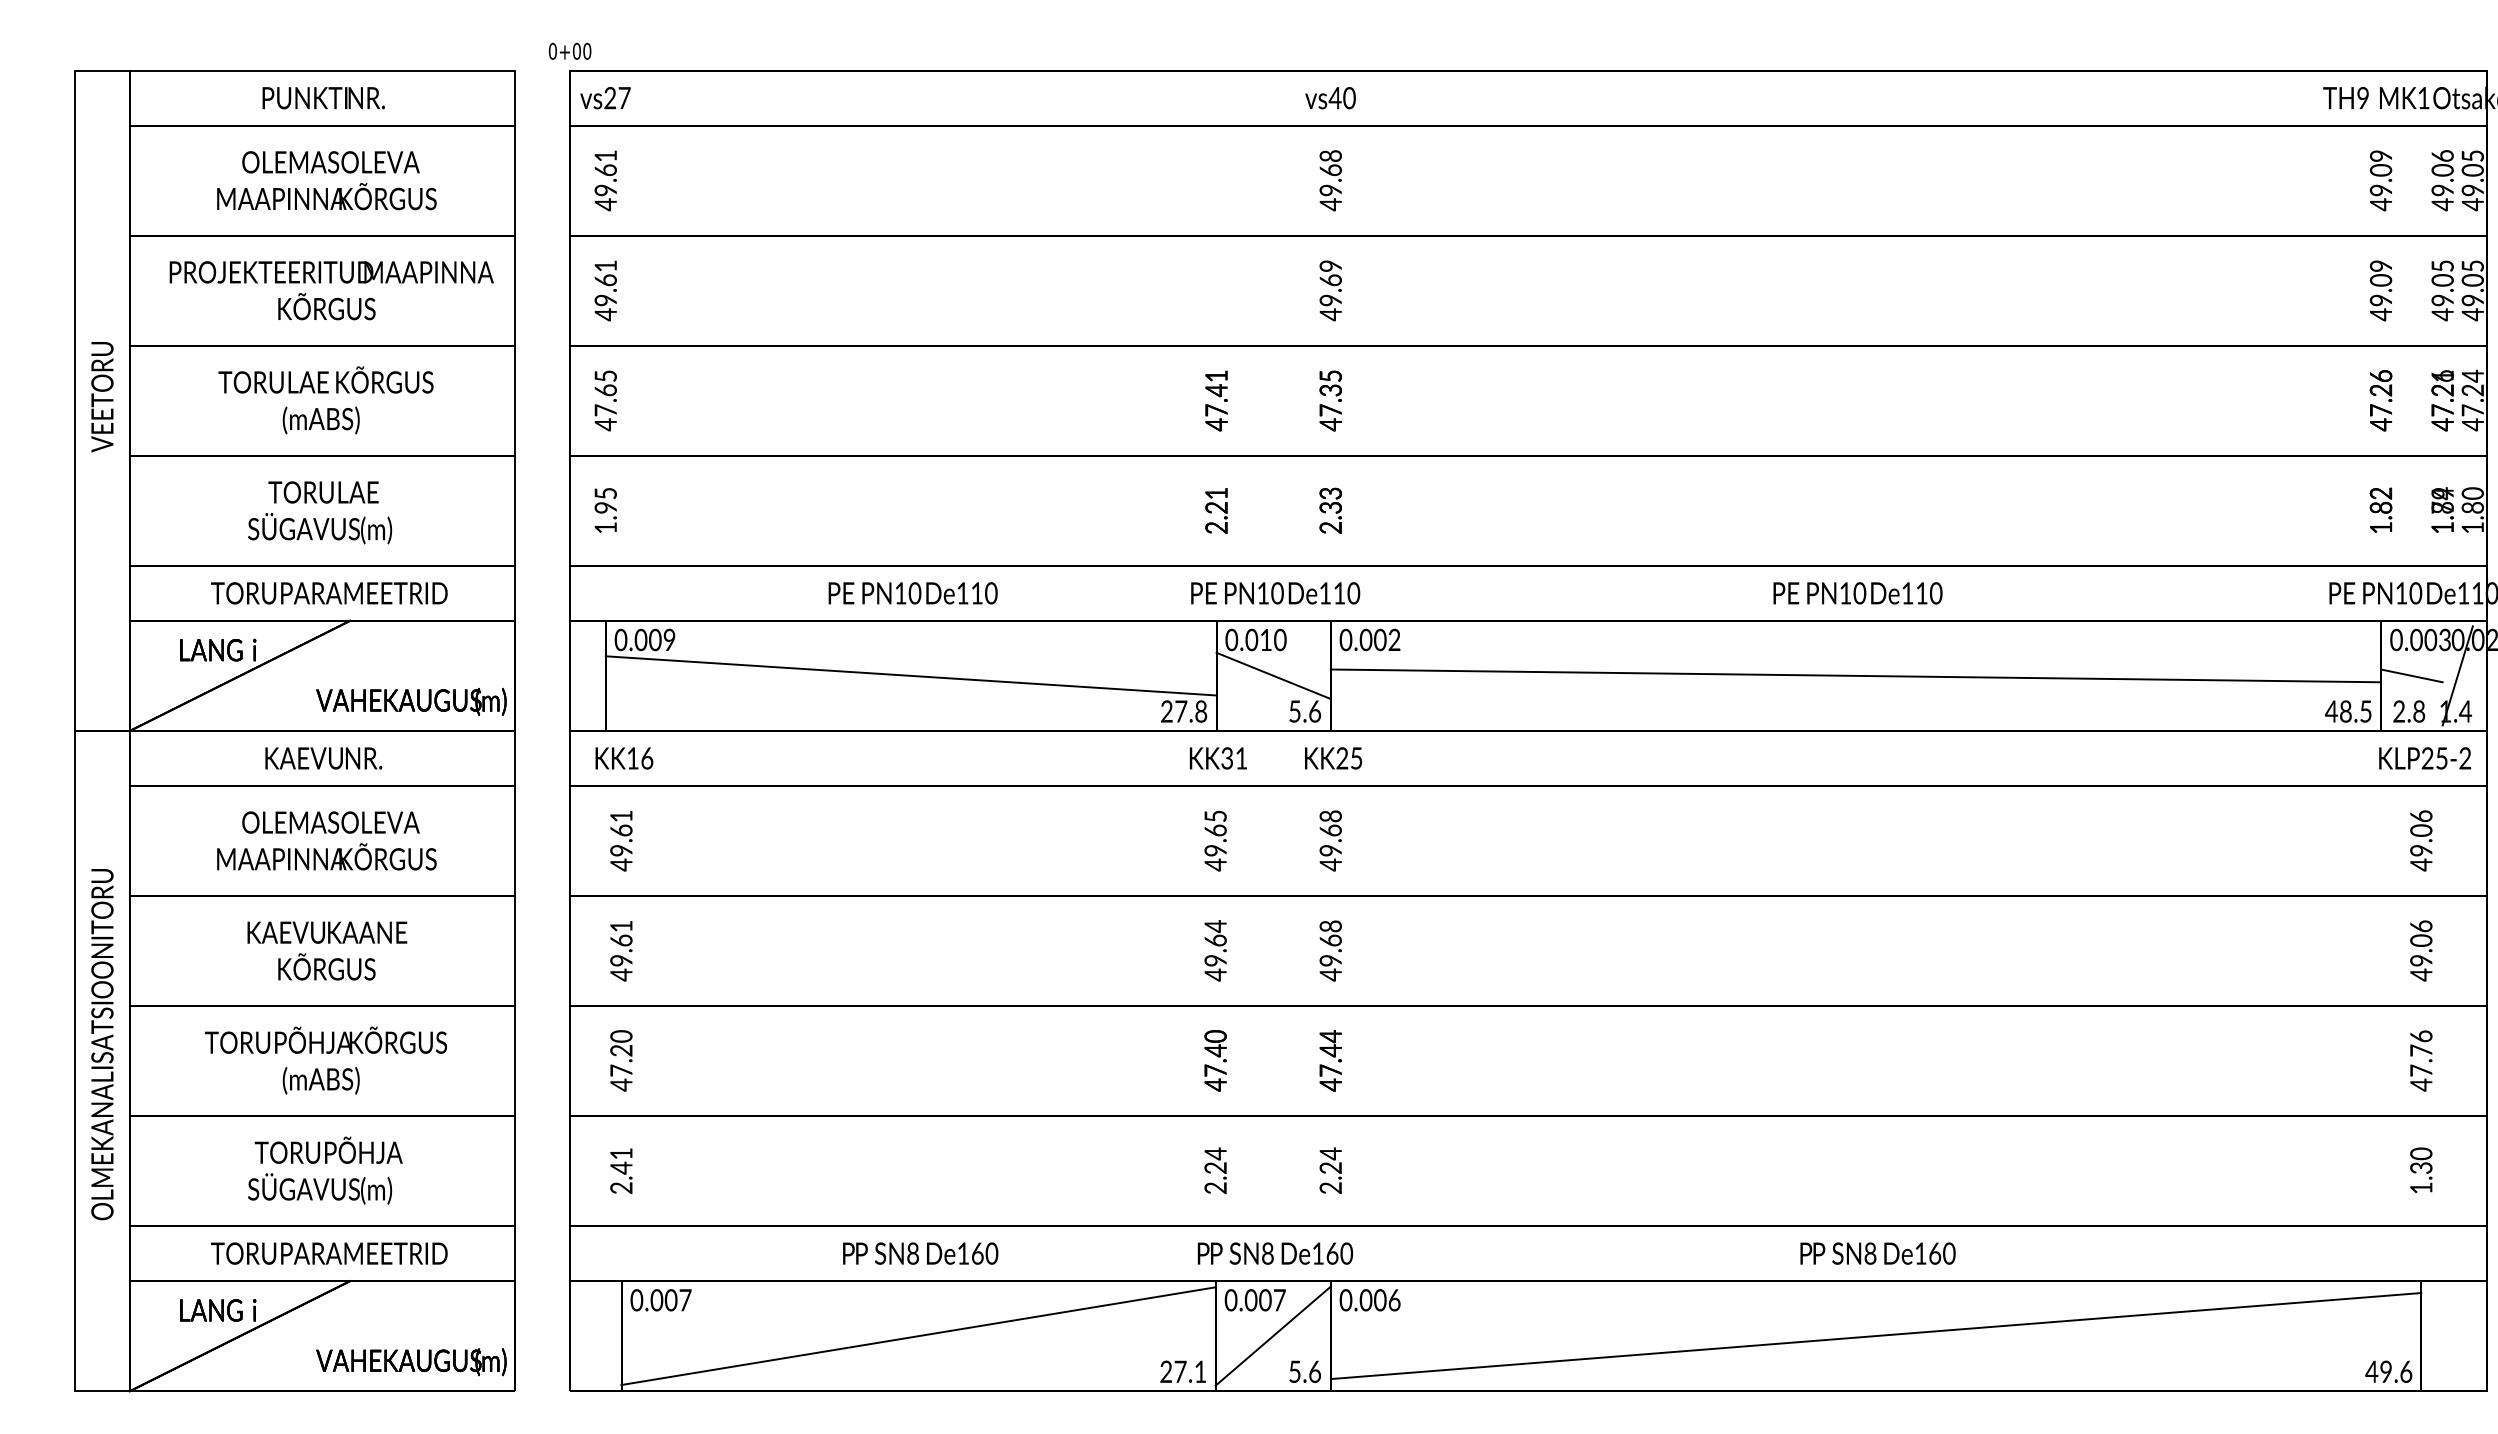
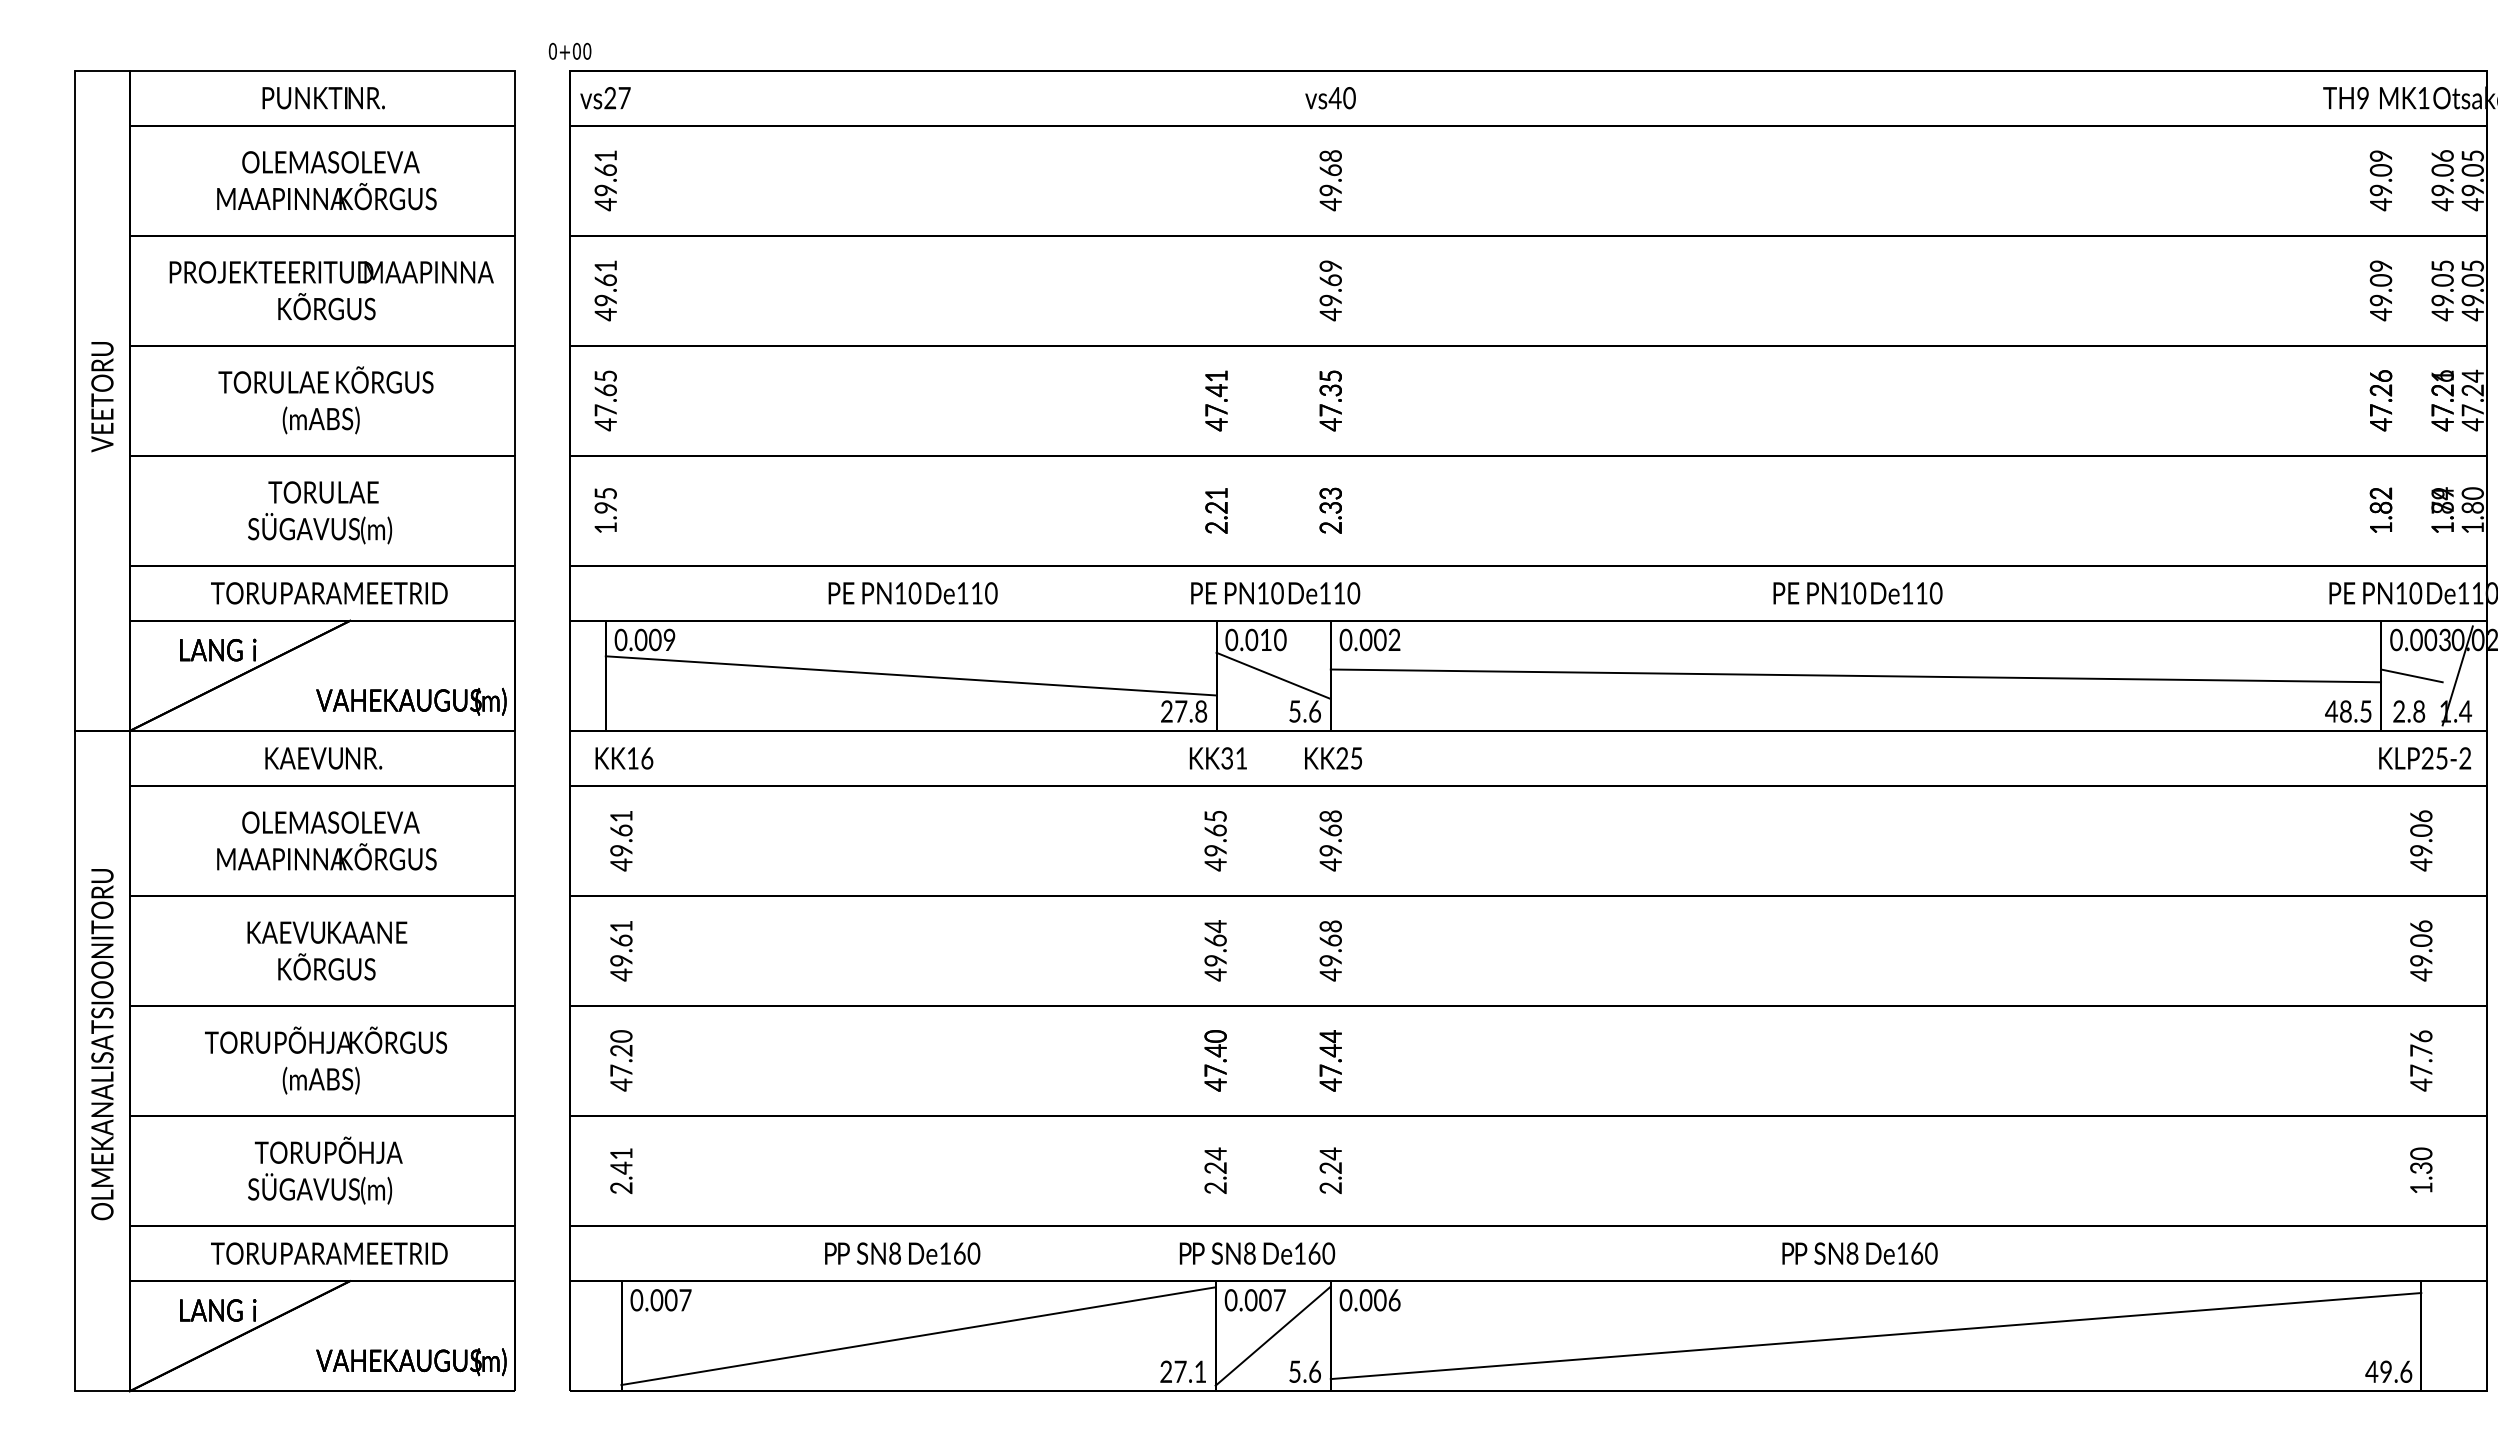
text at (1399, 1253) position: (1399, 1253) -> (1381, 1253)
